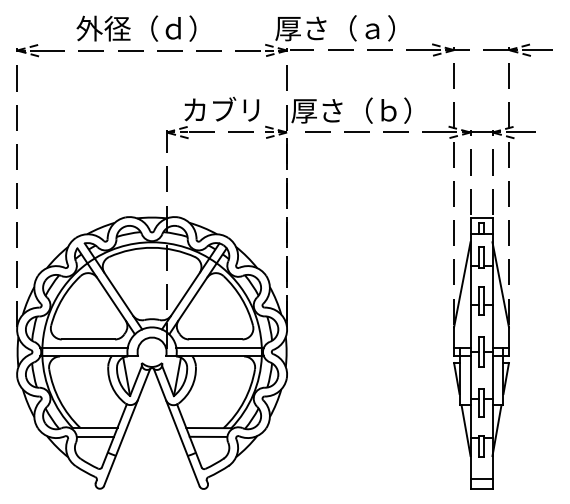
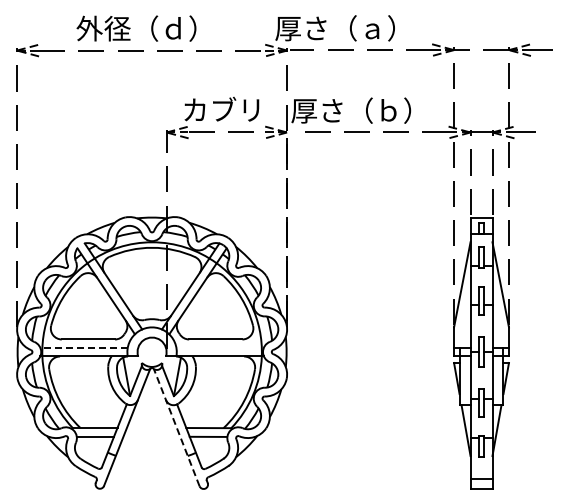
line at (84, 347): solid -> dashed
line at (219, 347): present -> none
line at (176, 427): solid -> dashed
